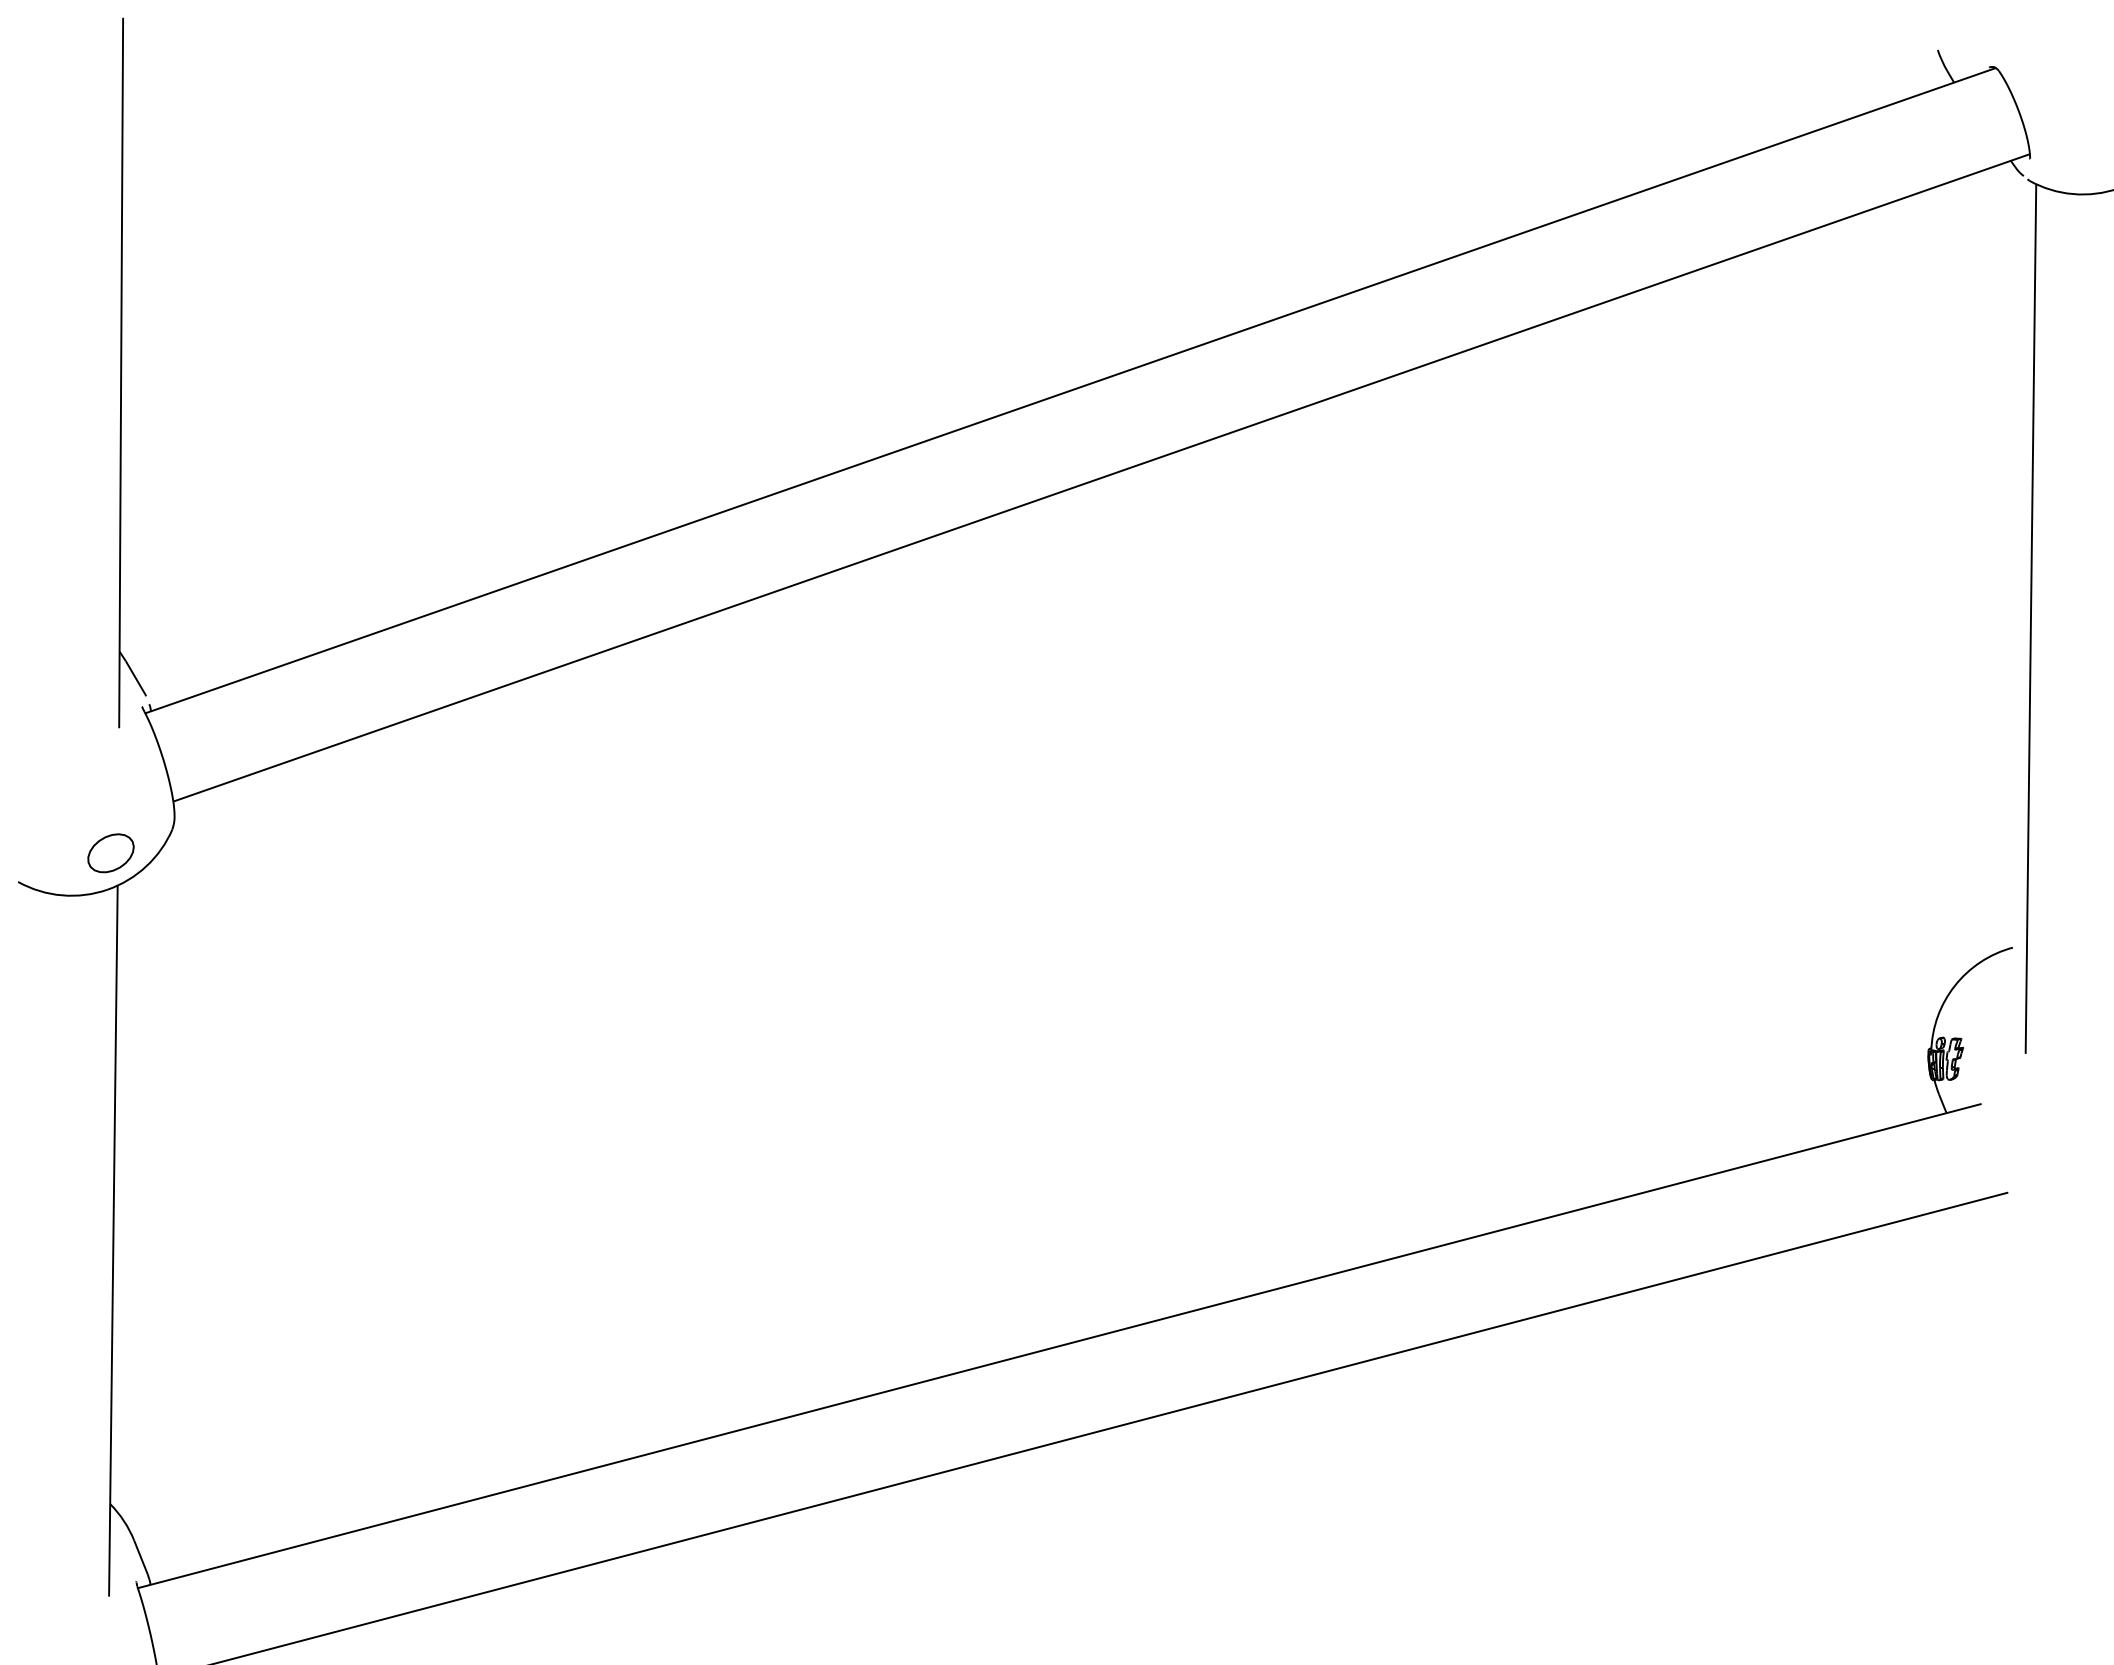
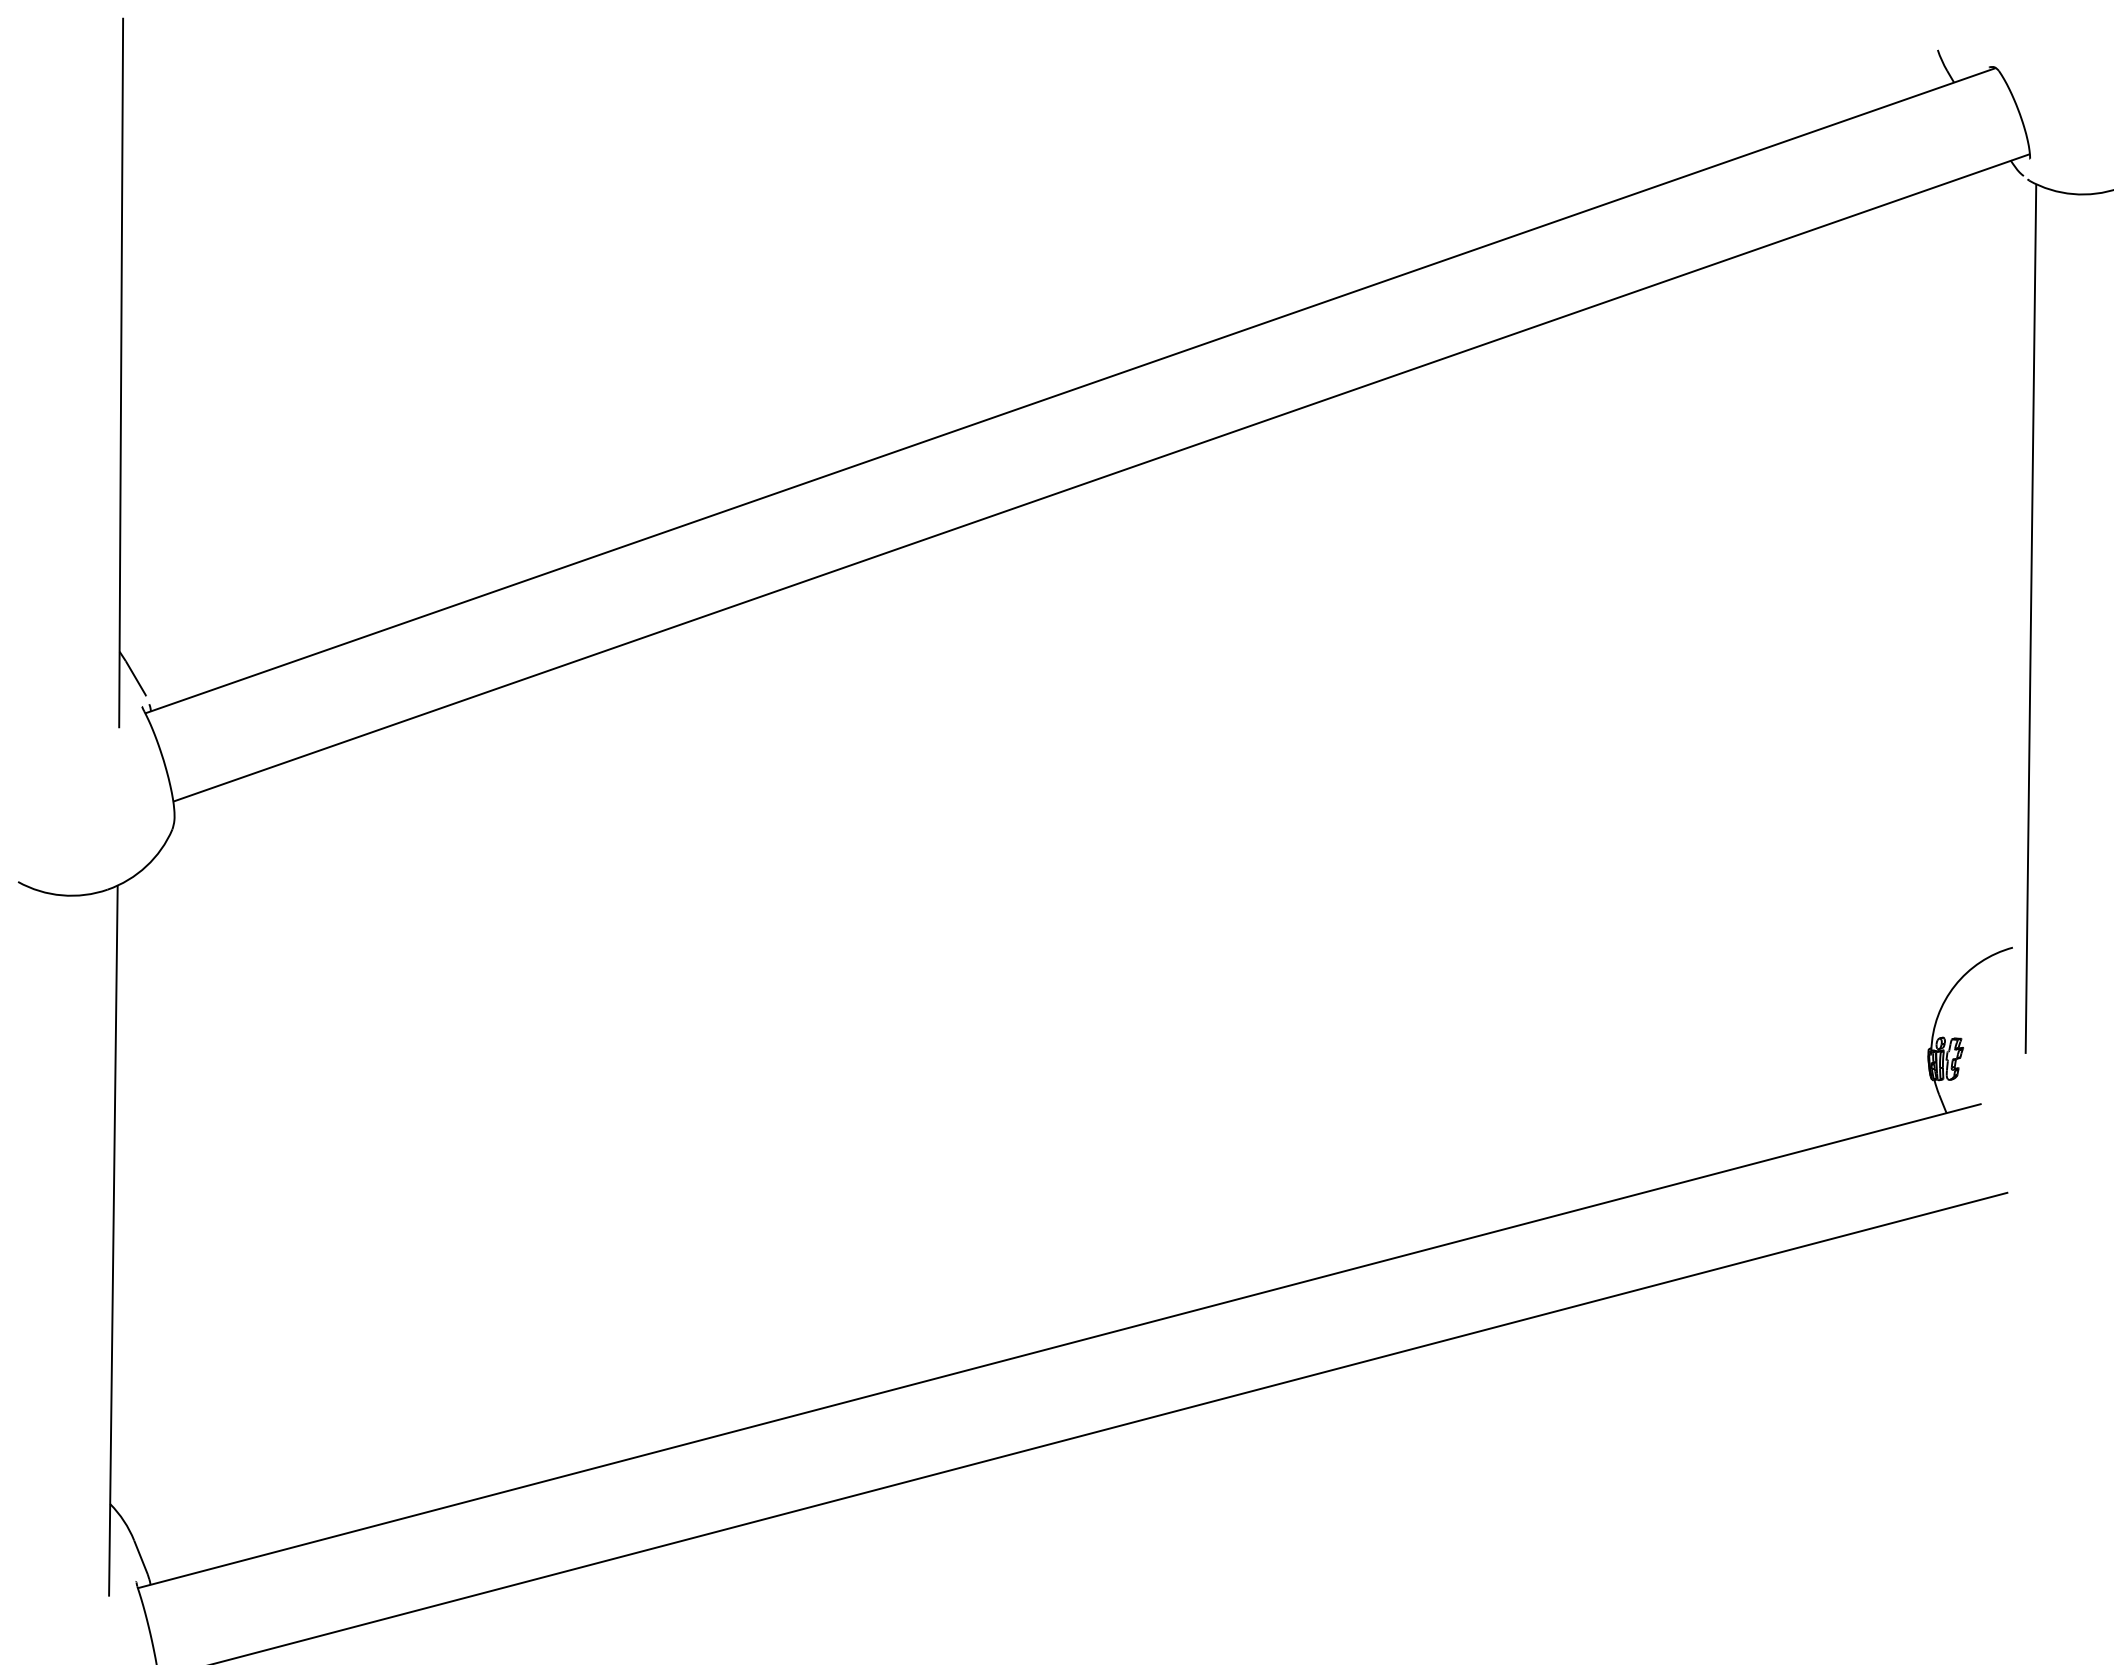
part at (110, 853): present -> none
